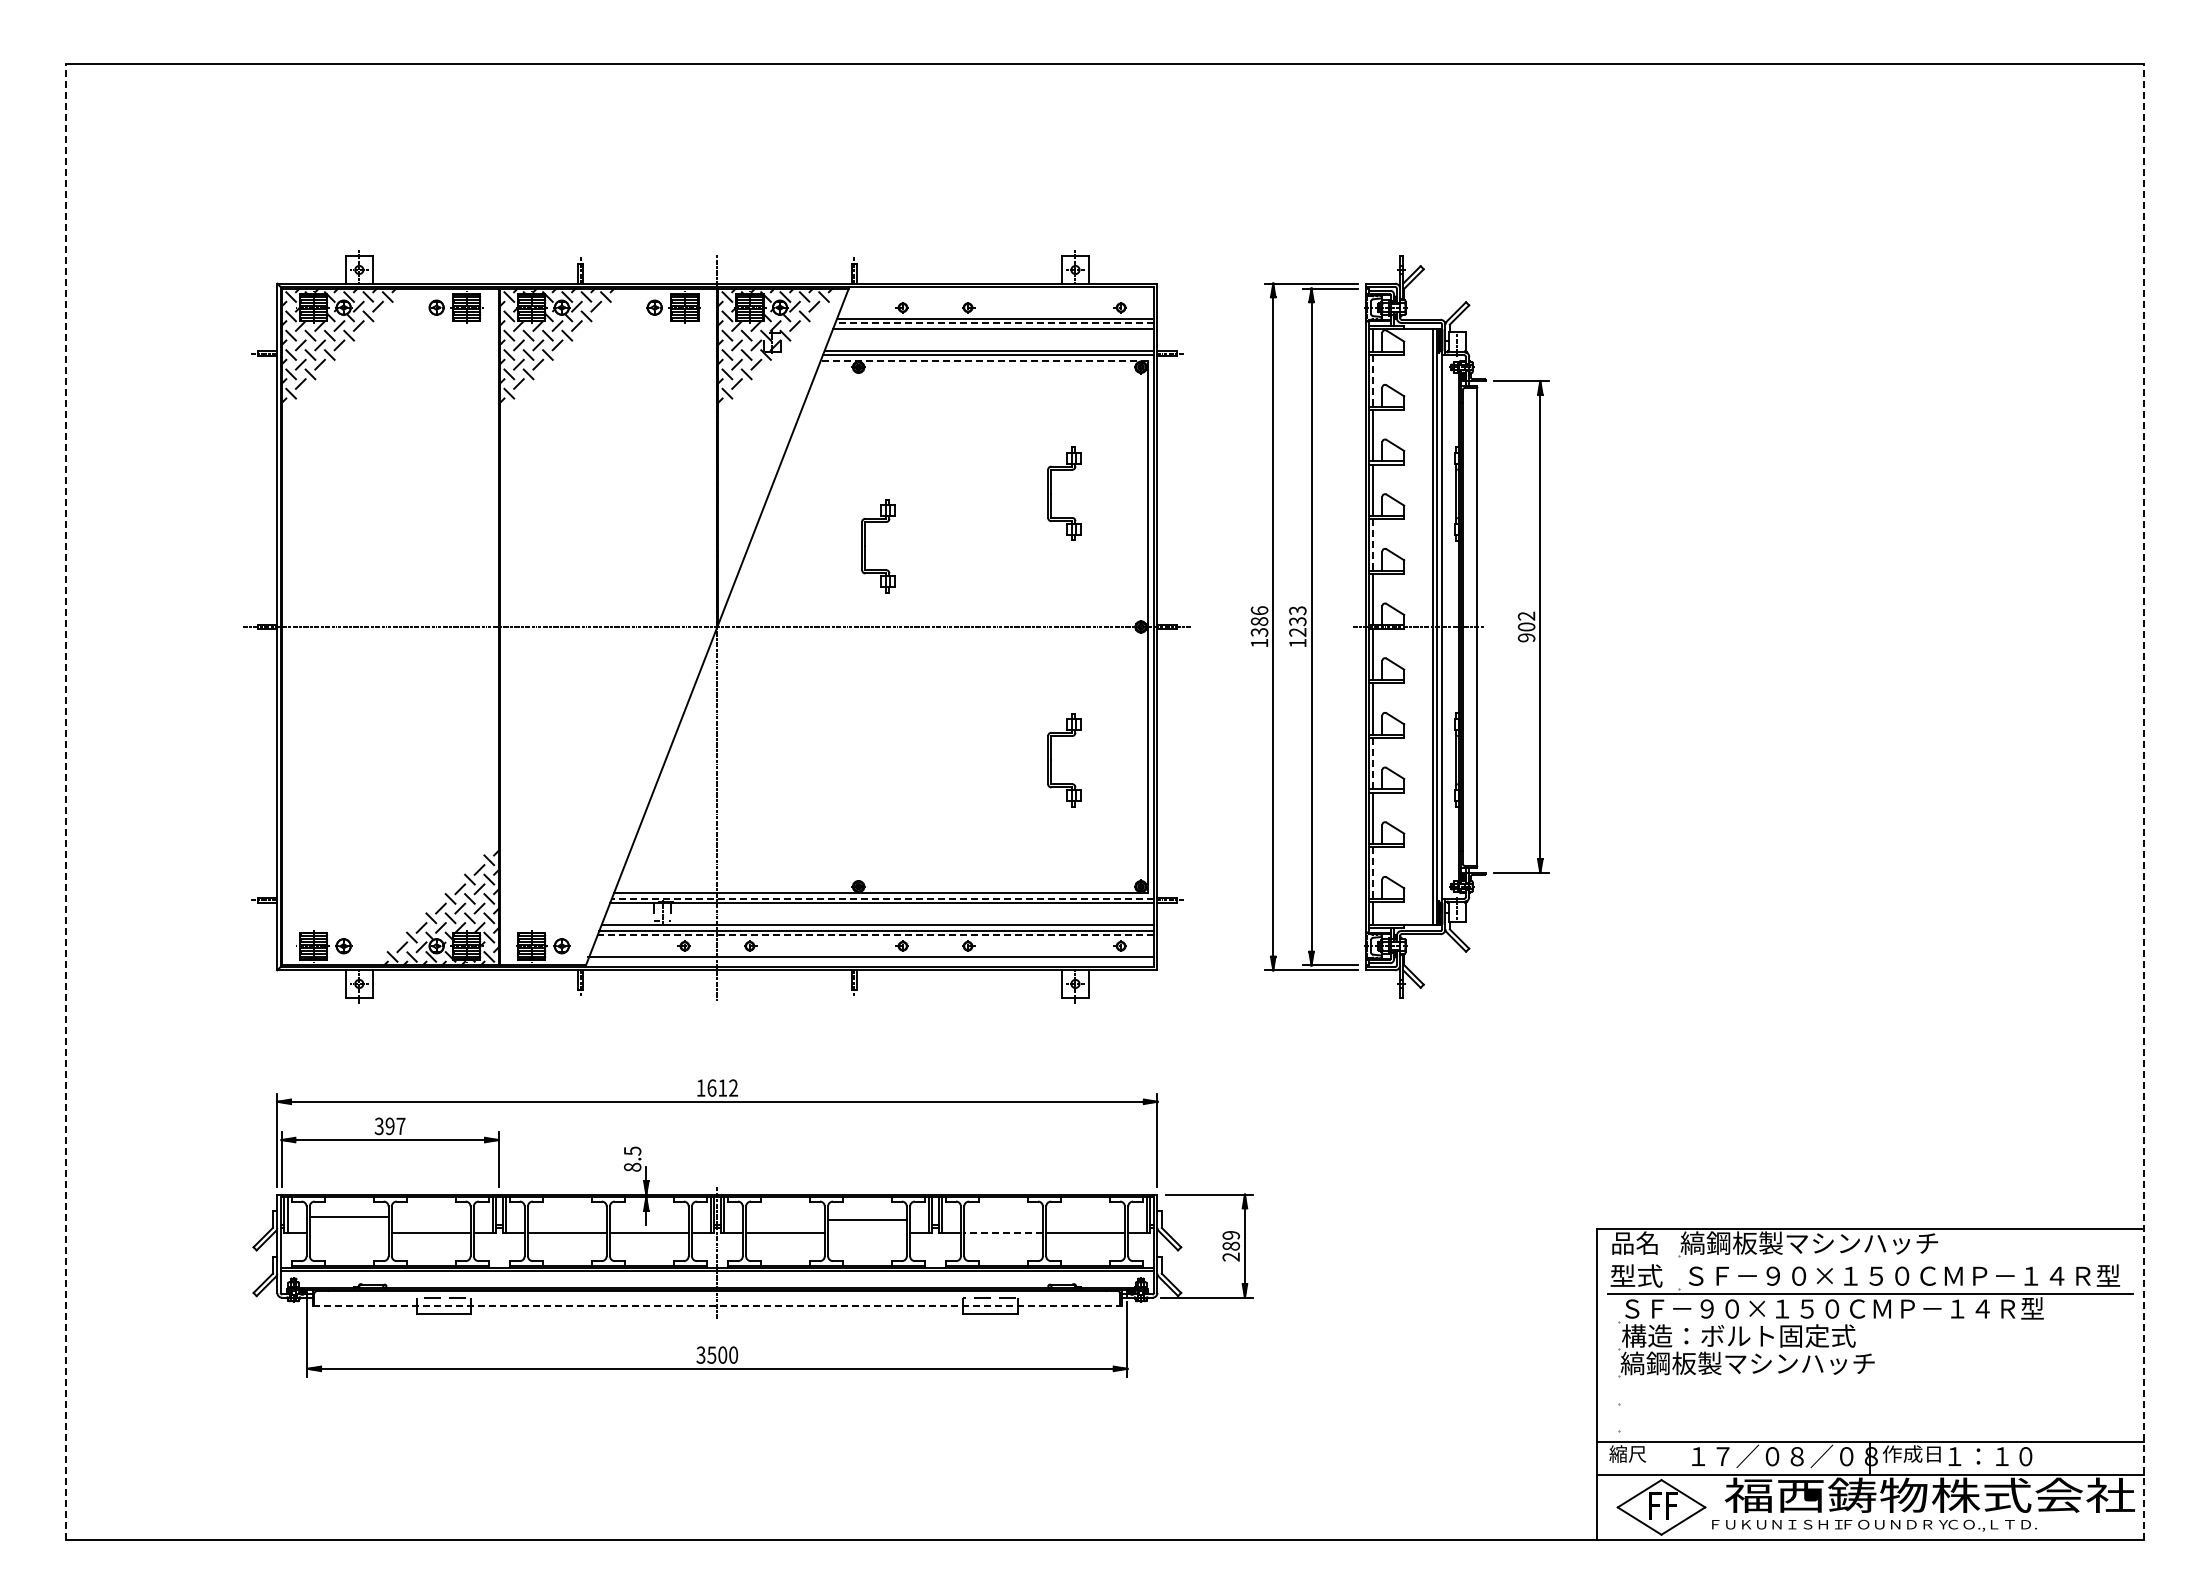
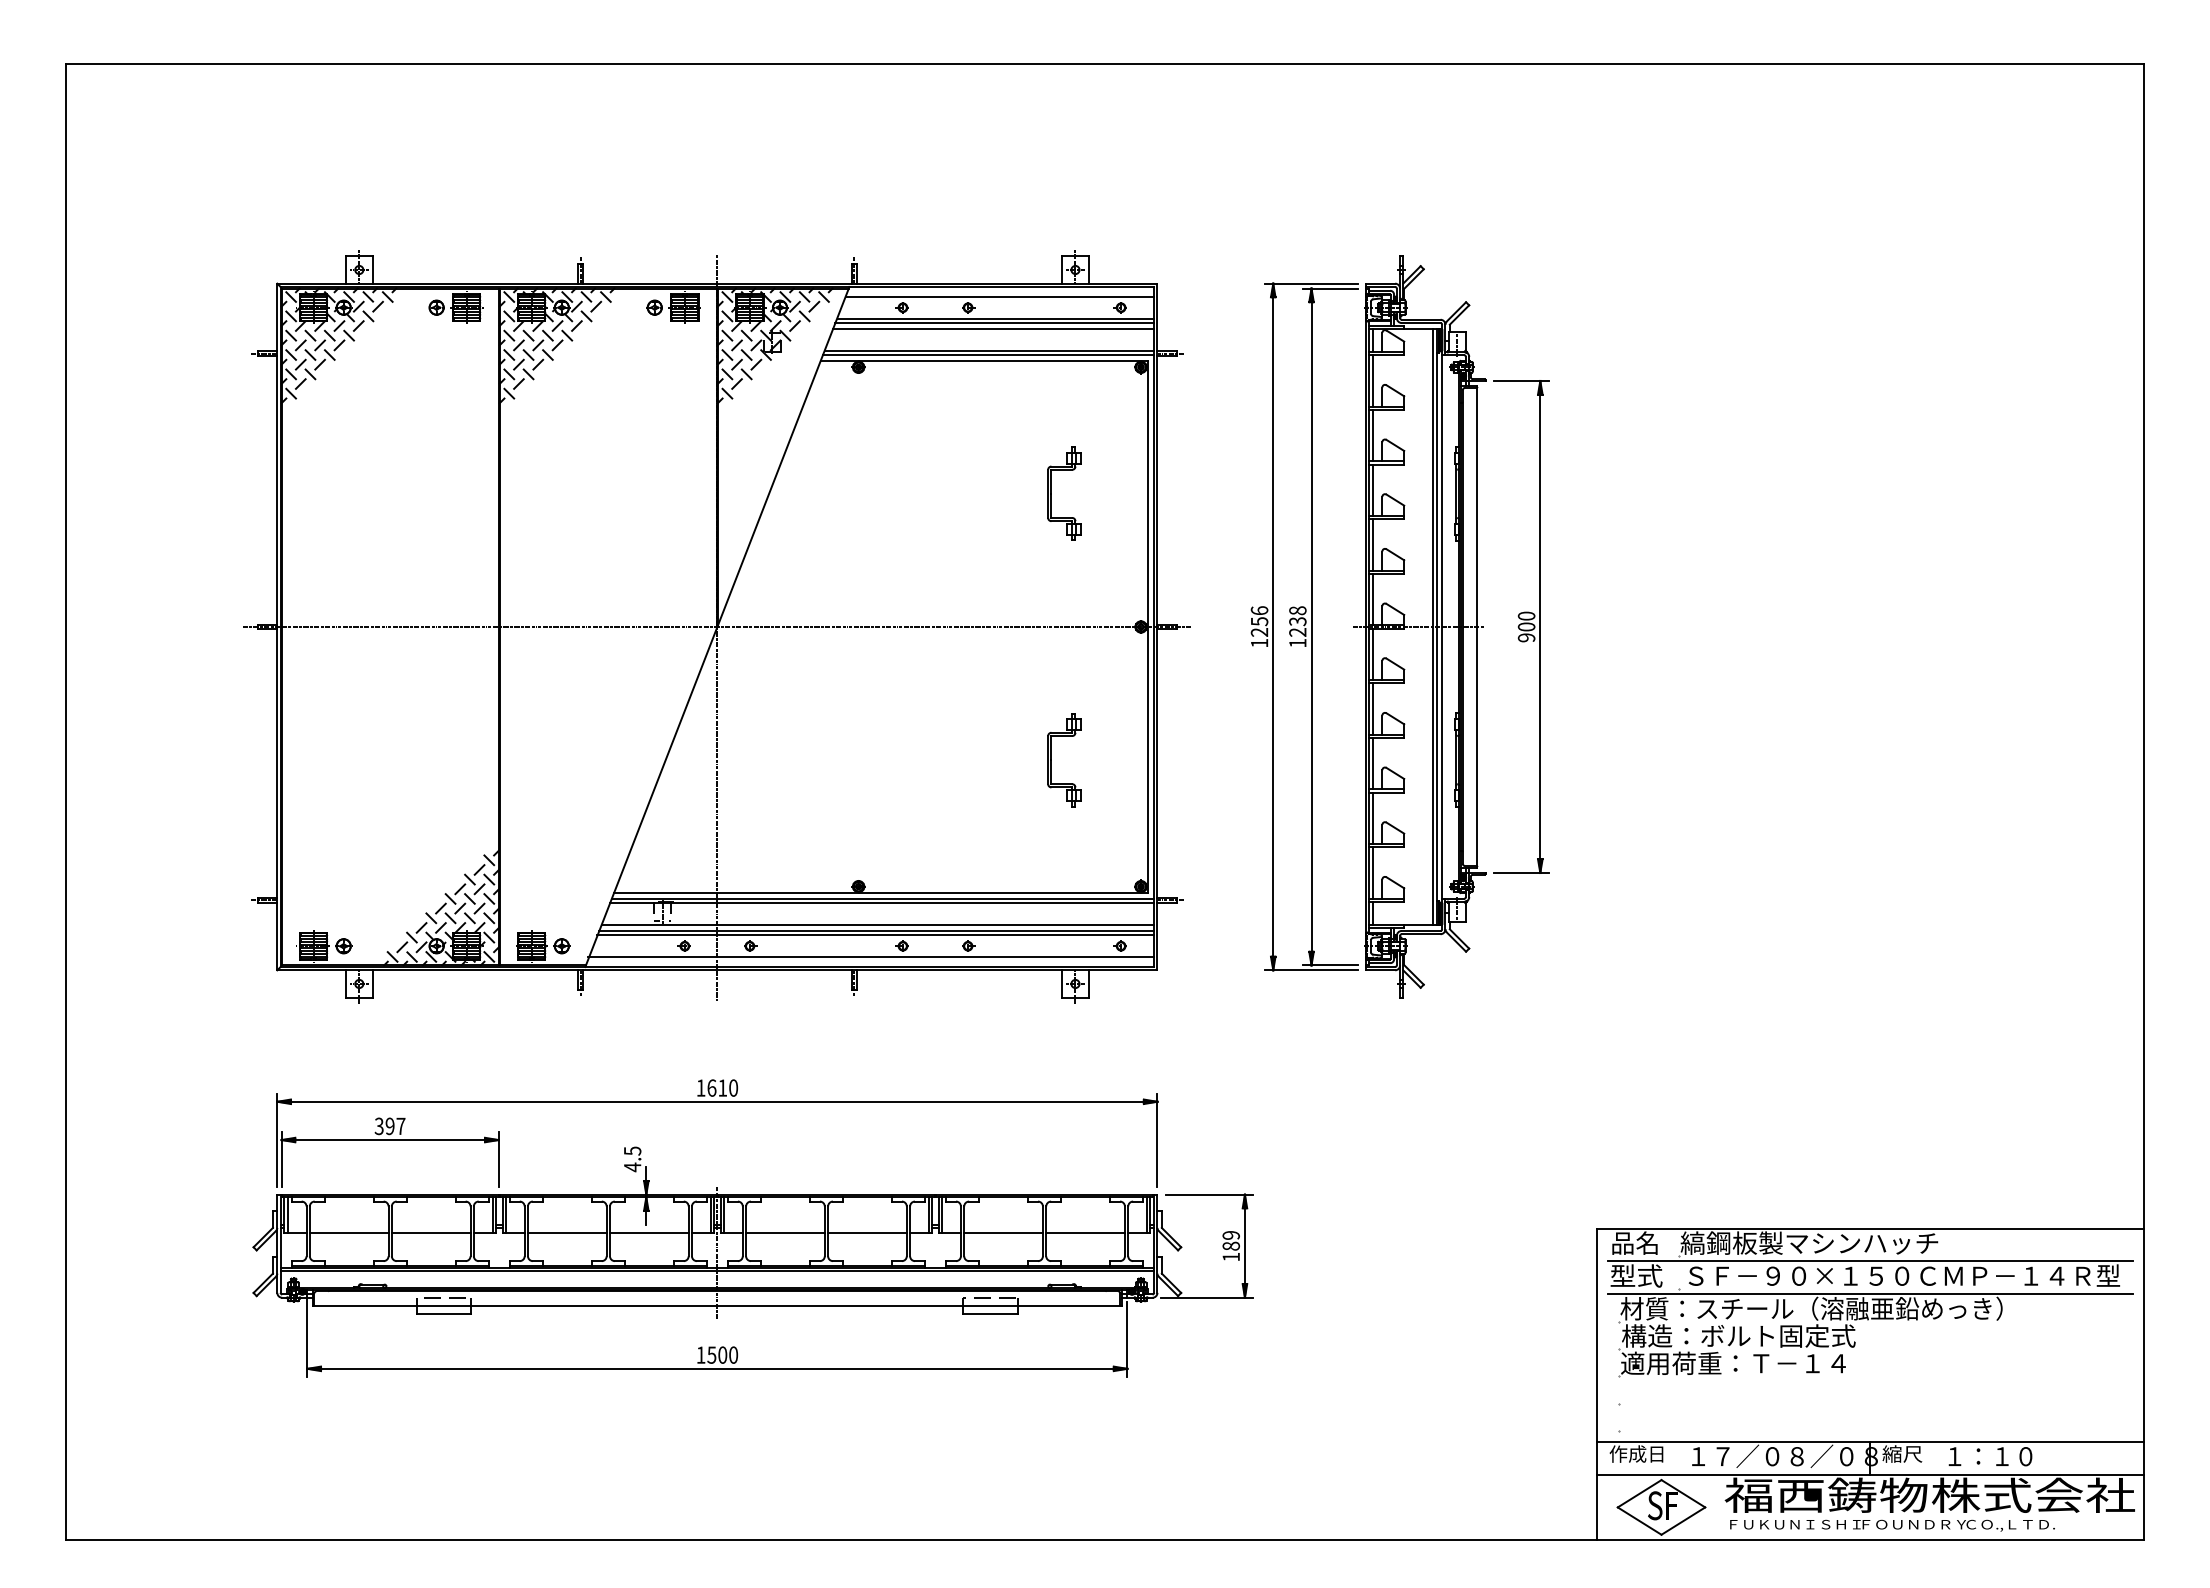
line at (1000, 296): none -> present
line at (994, 323): dashed -> solid
line at (983, 360): dashed -> solid
line at (1373, 380): dashed -> solid
line at (1373, 544): dashed -> solid
part at (865, 546): present -> none
text at (1297, 610): 1233 -> 1238
text at (1526, 615): 902 -> 900
text at (1259, 626): 1386 -> 1256
line at (1373, 763): dashed -> solid
line at (66, 801): dashed -> solid
line at (2143, 801): dashed -> solid
line at (1373, 873): dashed -> solid
line at (882, 898): dashed -> solid
line at (875, 935): dashed -> solid
text at (733, 1087): 1612 -> 1610
text at (632, 1167): 8.5 -> 4.5
line at (348, 1216) position: (348, 1216) -> (348, 1232)
line at (867, 1219) position: (867, 1219) -> (867, 1232)
line at (1003, 1232): dashed -> solid
text at (1230, 1256): 289 -> 189
line at (1869, 1261): none -> present
line at (717, 1305): dashed -> solid
text at (1831, 1308): ＳＦ－９０×１５０ＣＭＰ－１４Ｒ型 -> 材質：スチール（溶融亜鉛めっき）
text at (700, 1354): 3500 -> 1500
text at (1747, 1363): 縞鋼板製マシンハッチ -> 適用荷重：Ｔ－１４
text at (1636, 1453): 縮尺 -> 作成日
text at (1911, 1453): 作成日 -> 縮尺
text at (1655, 1505): F -> S
text at (1874, 1525) position: (1874, 1525) -> (1892, 1525)
